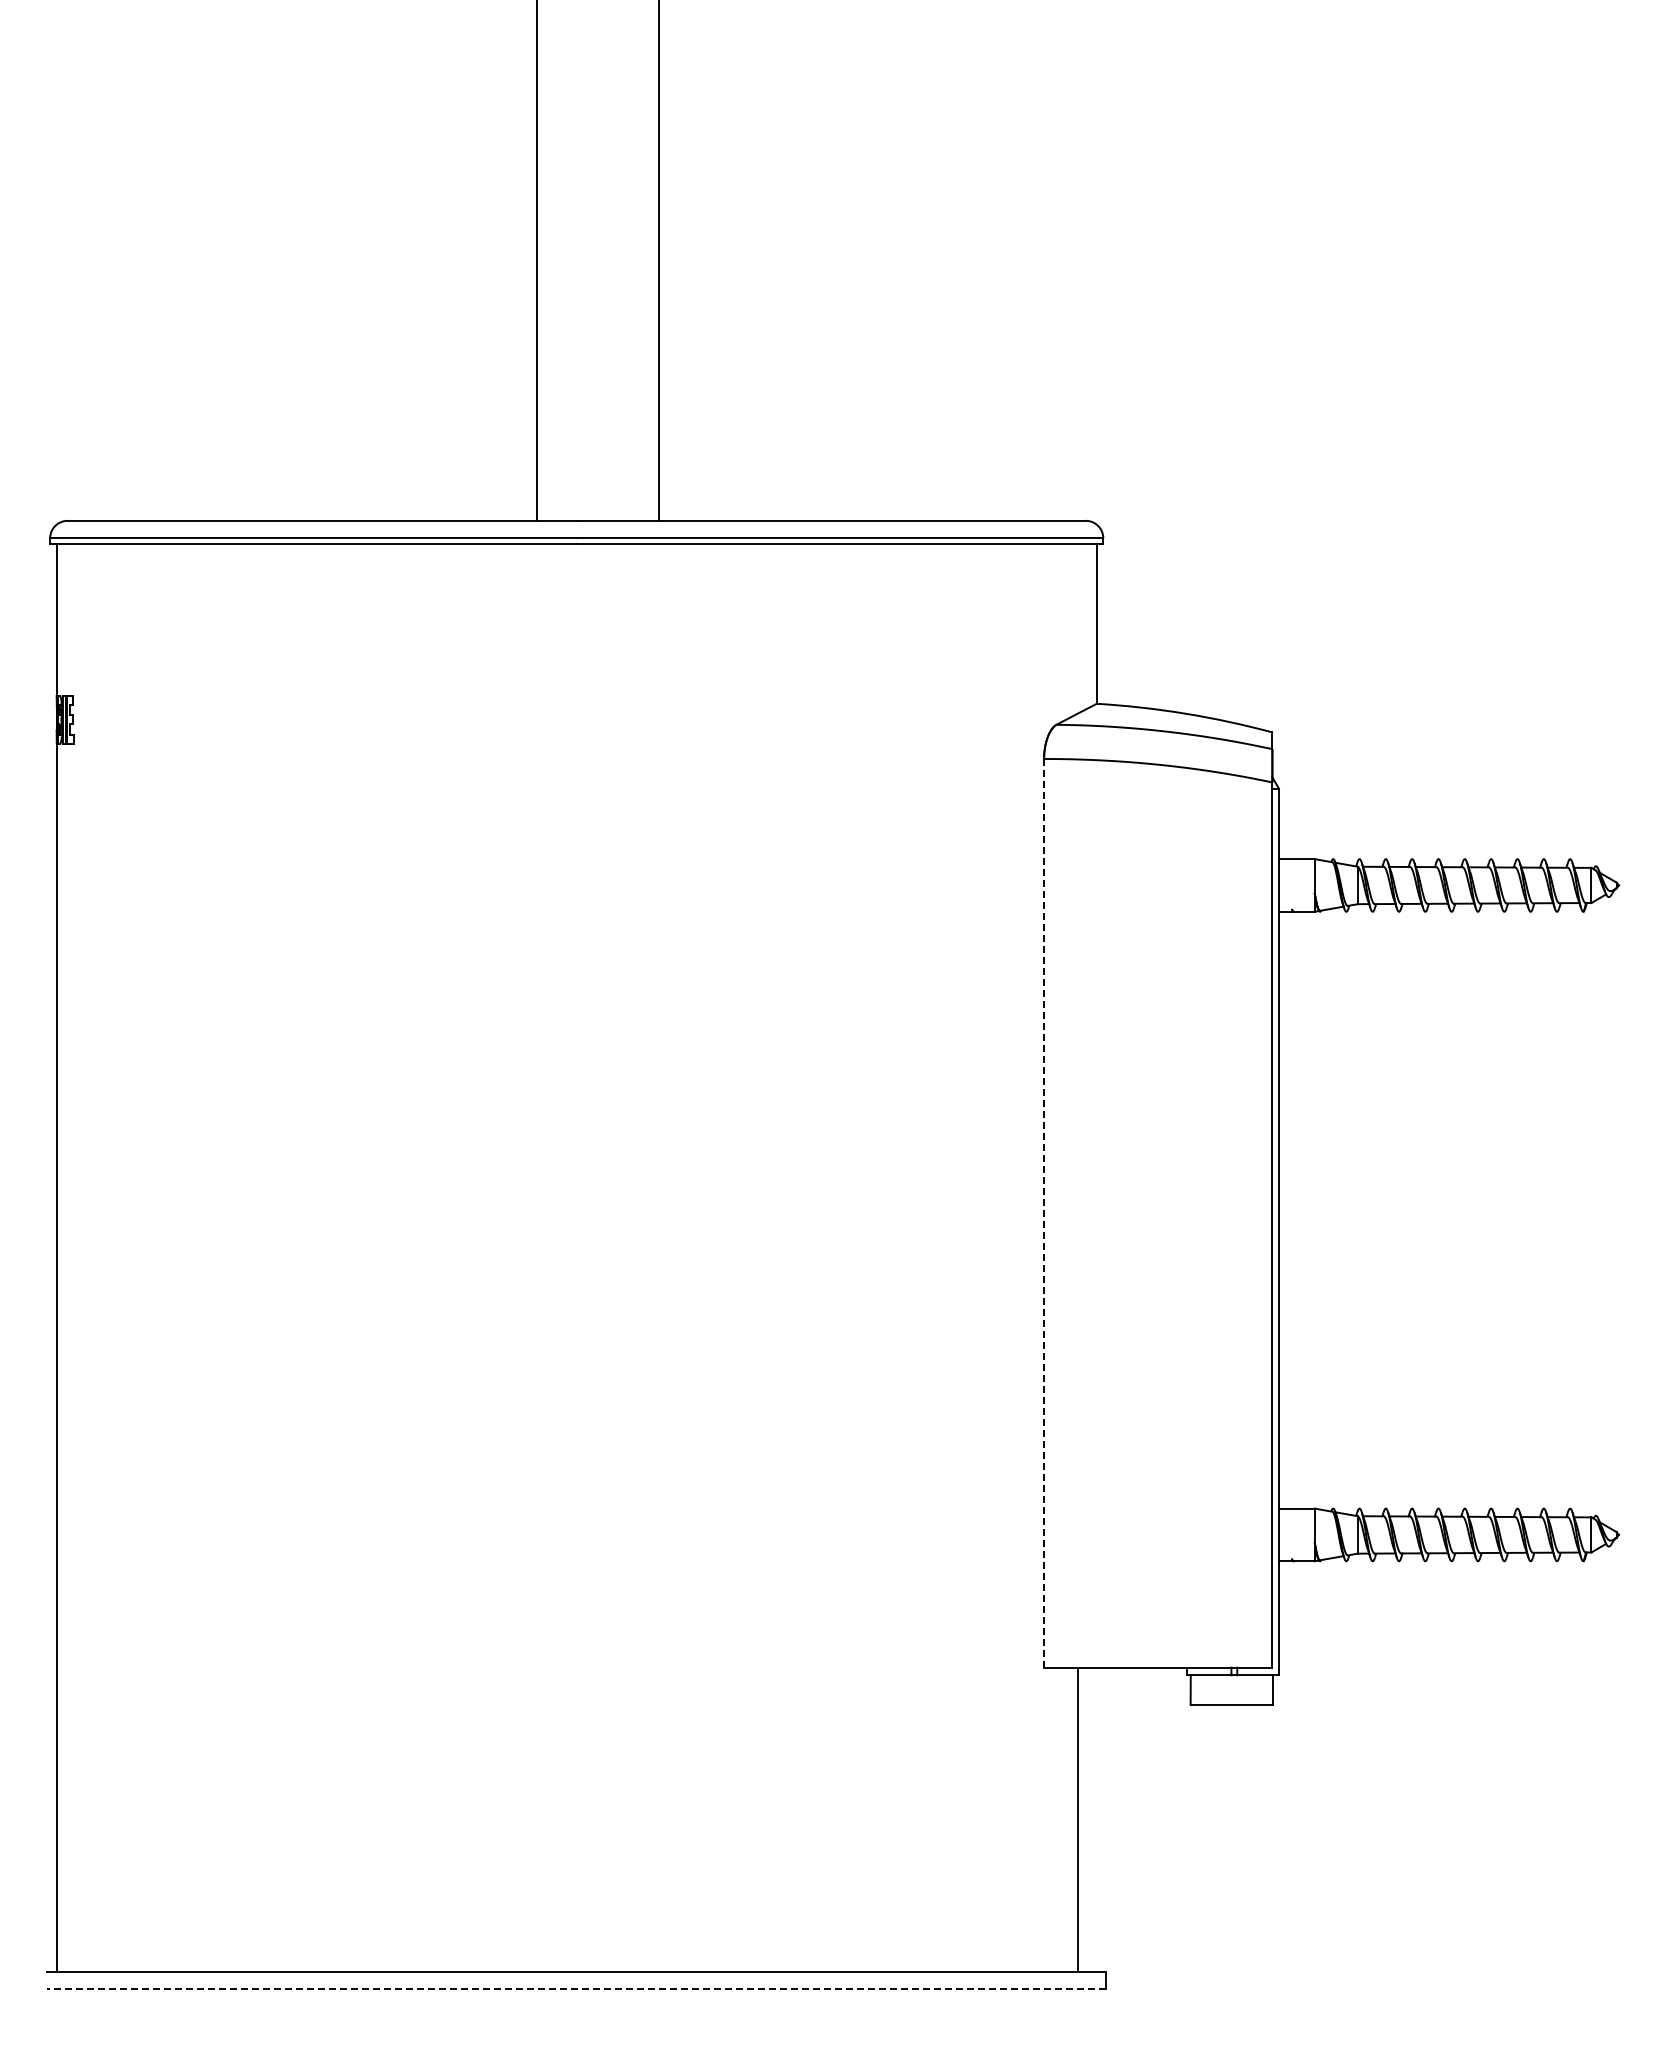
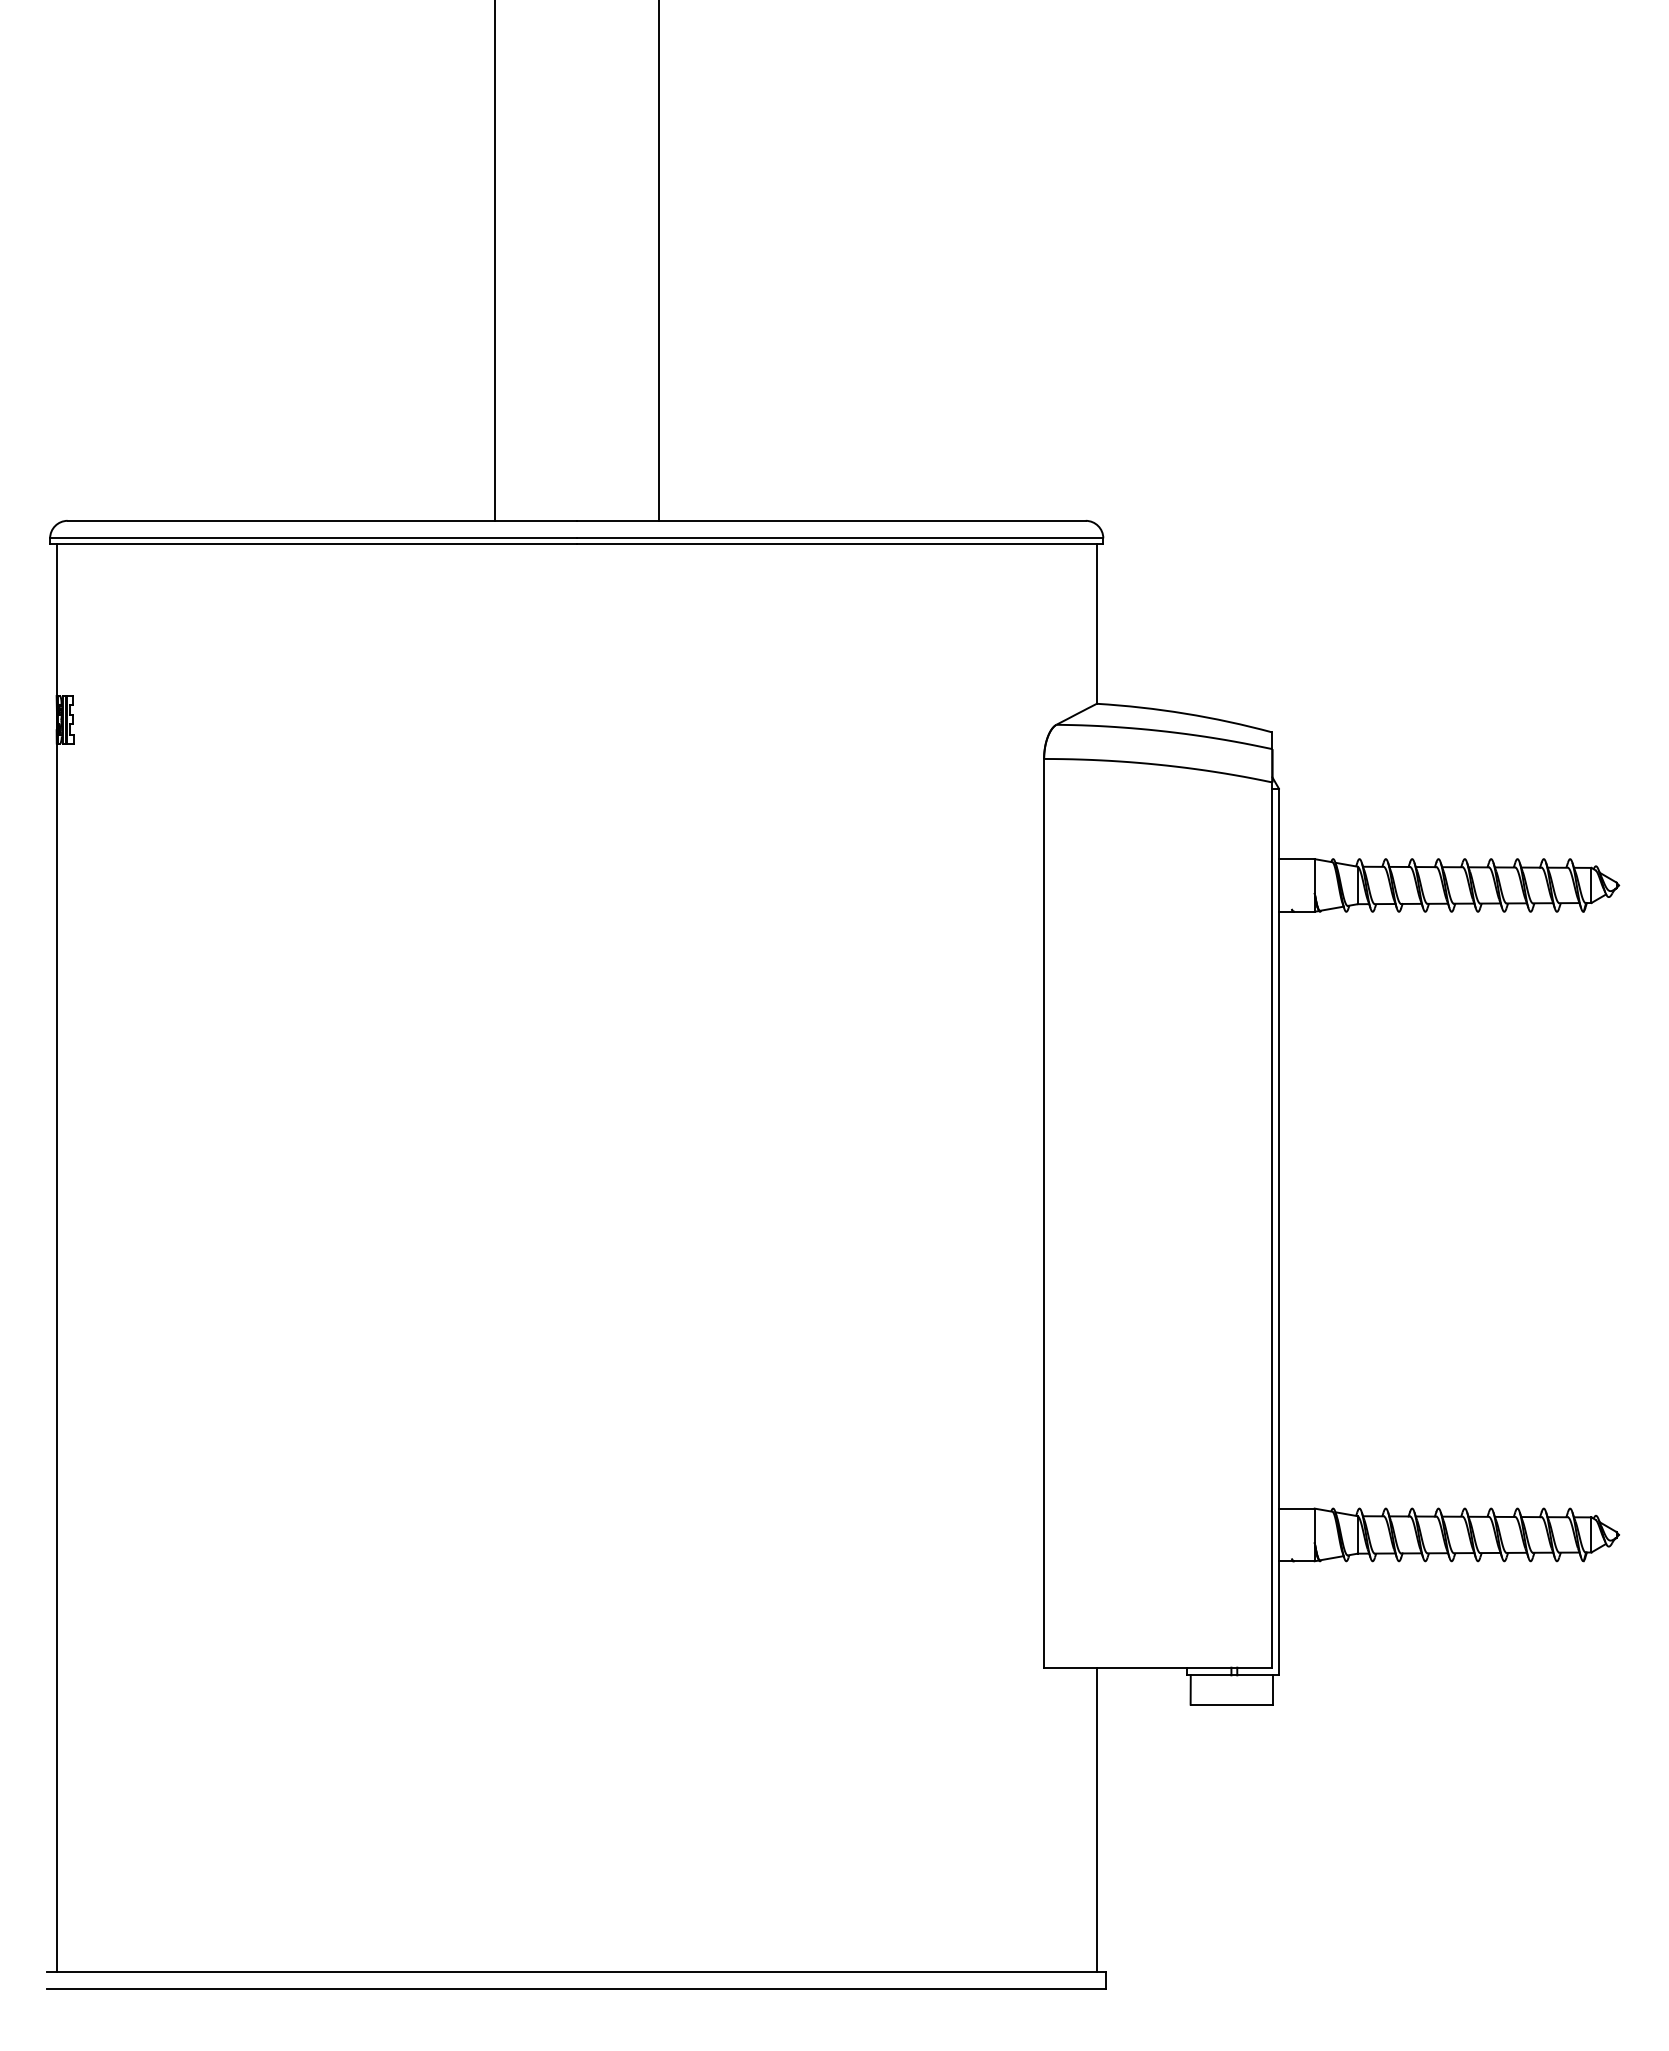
line at (536, 261) position: (536, 261) -> (494, 261)
line at (1044, 1212): dashed -> solid
line at (1077, 1819) position: (1077, 1819) -> (1096, 1819)
line at (576, 1989): dashed -> solid
